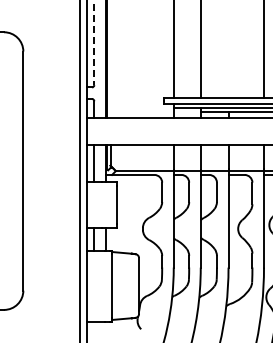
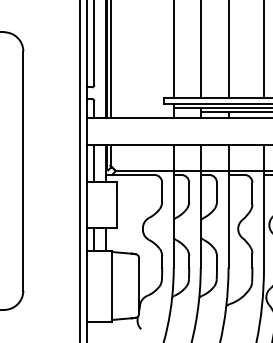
line at (94, 43): dashed -> solid
line at (228, 49): none -> present
line at (110, 60): none -> present
